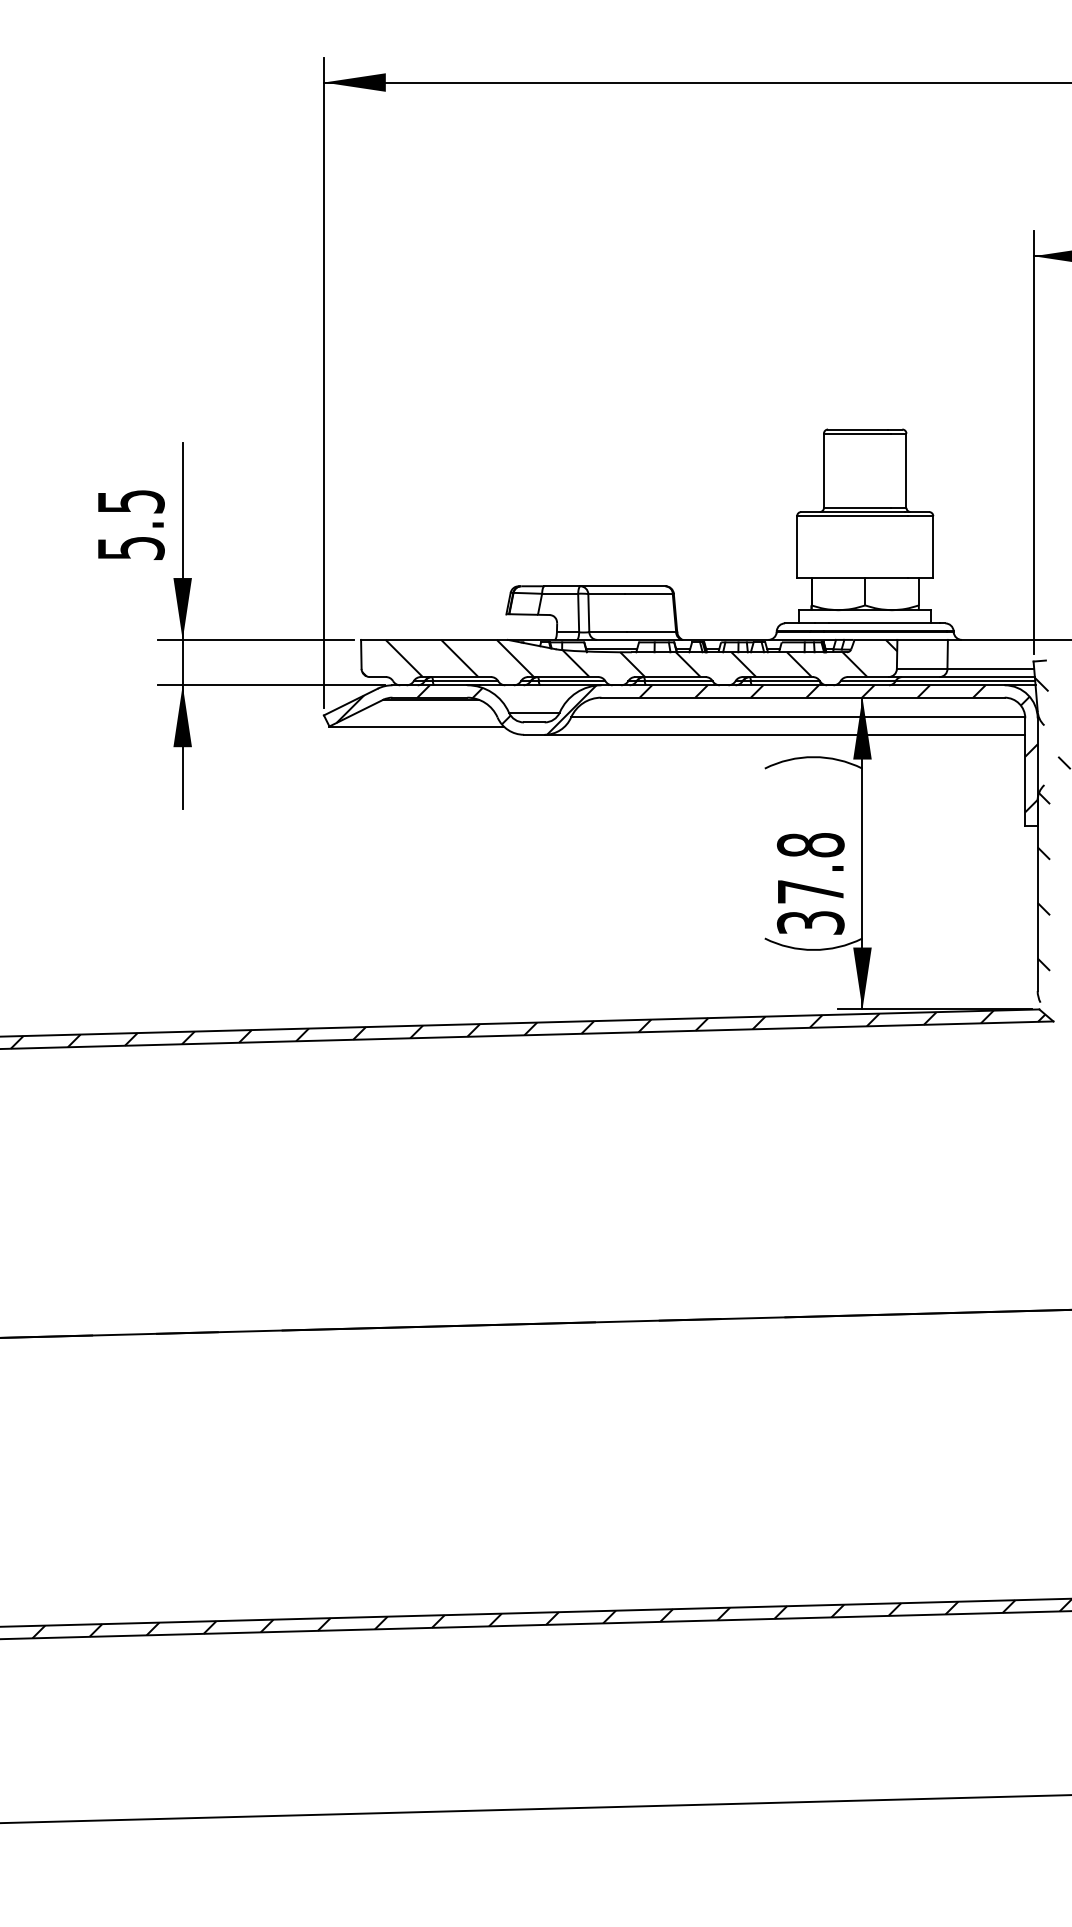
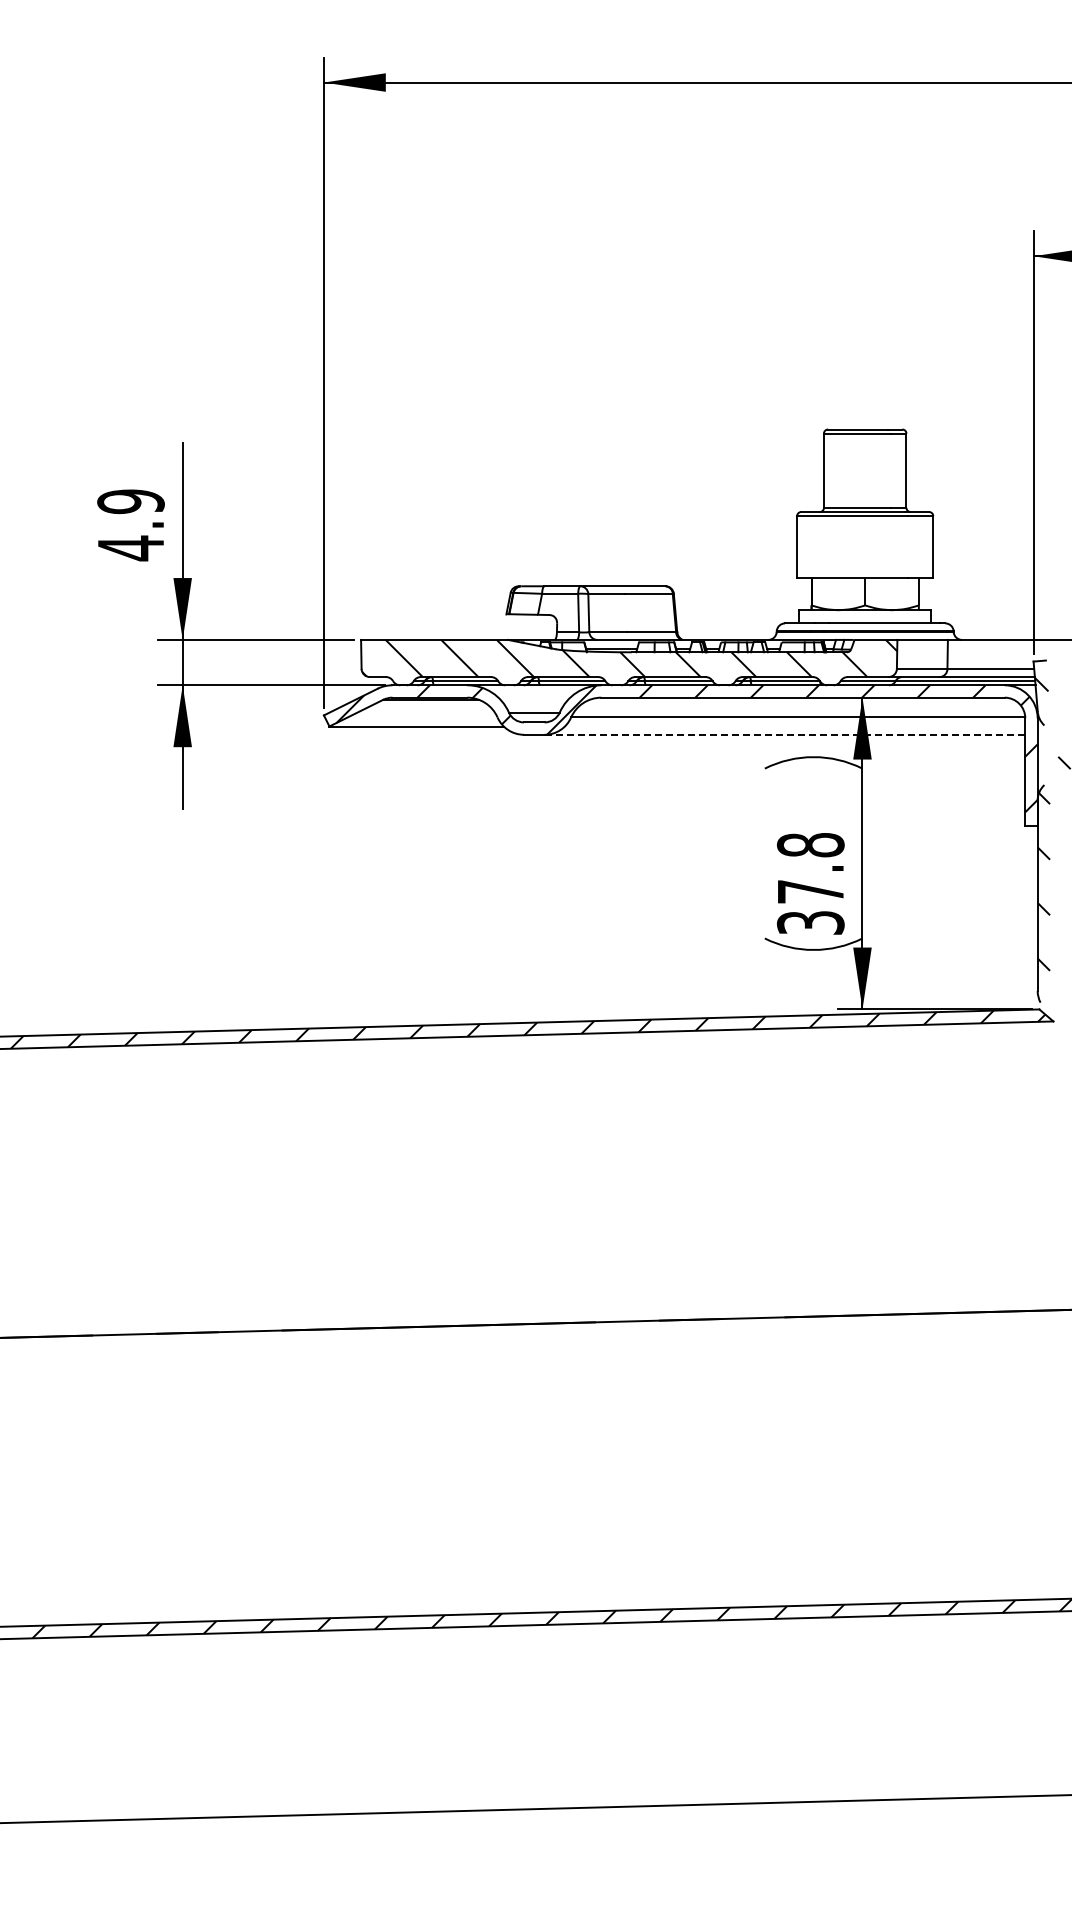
text at (130, 525): 5.5 -> 4.9
line at (785, 734): solid -> dashed
